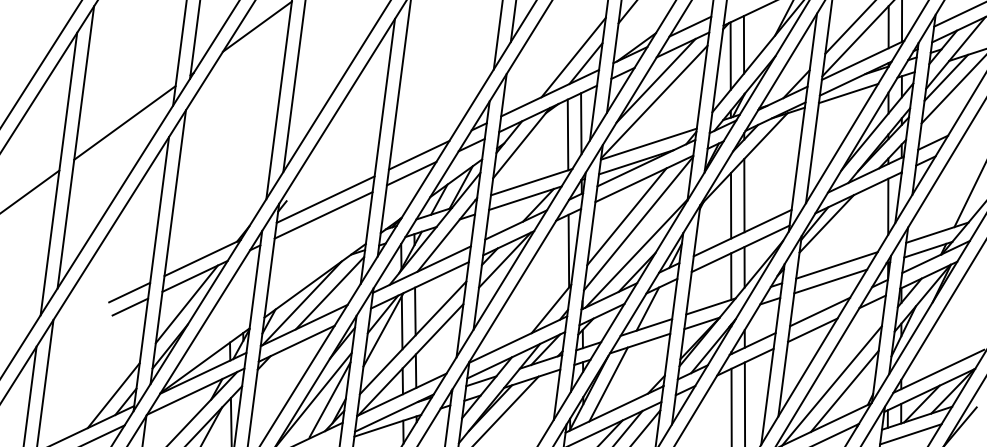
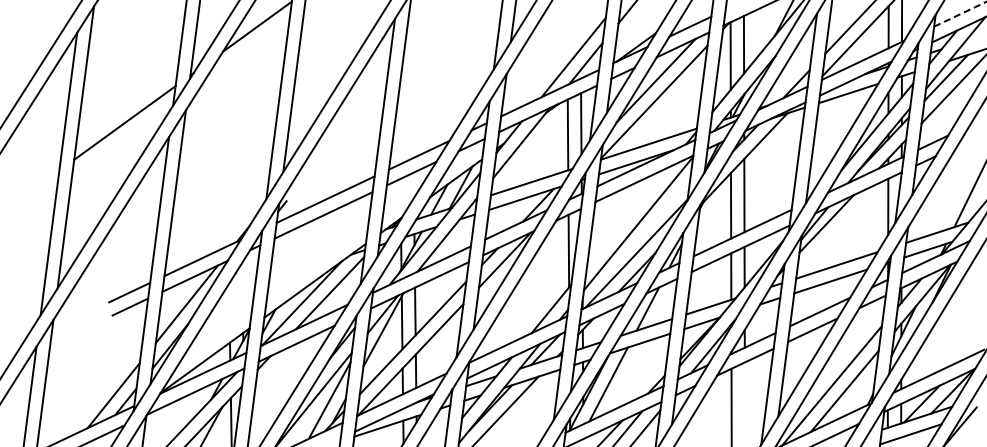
line at (960, 14): solid -> dashed
line at (30, 190): present -> none
line at (626, 216): present -> none
line at (744, 402): present -> none
